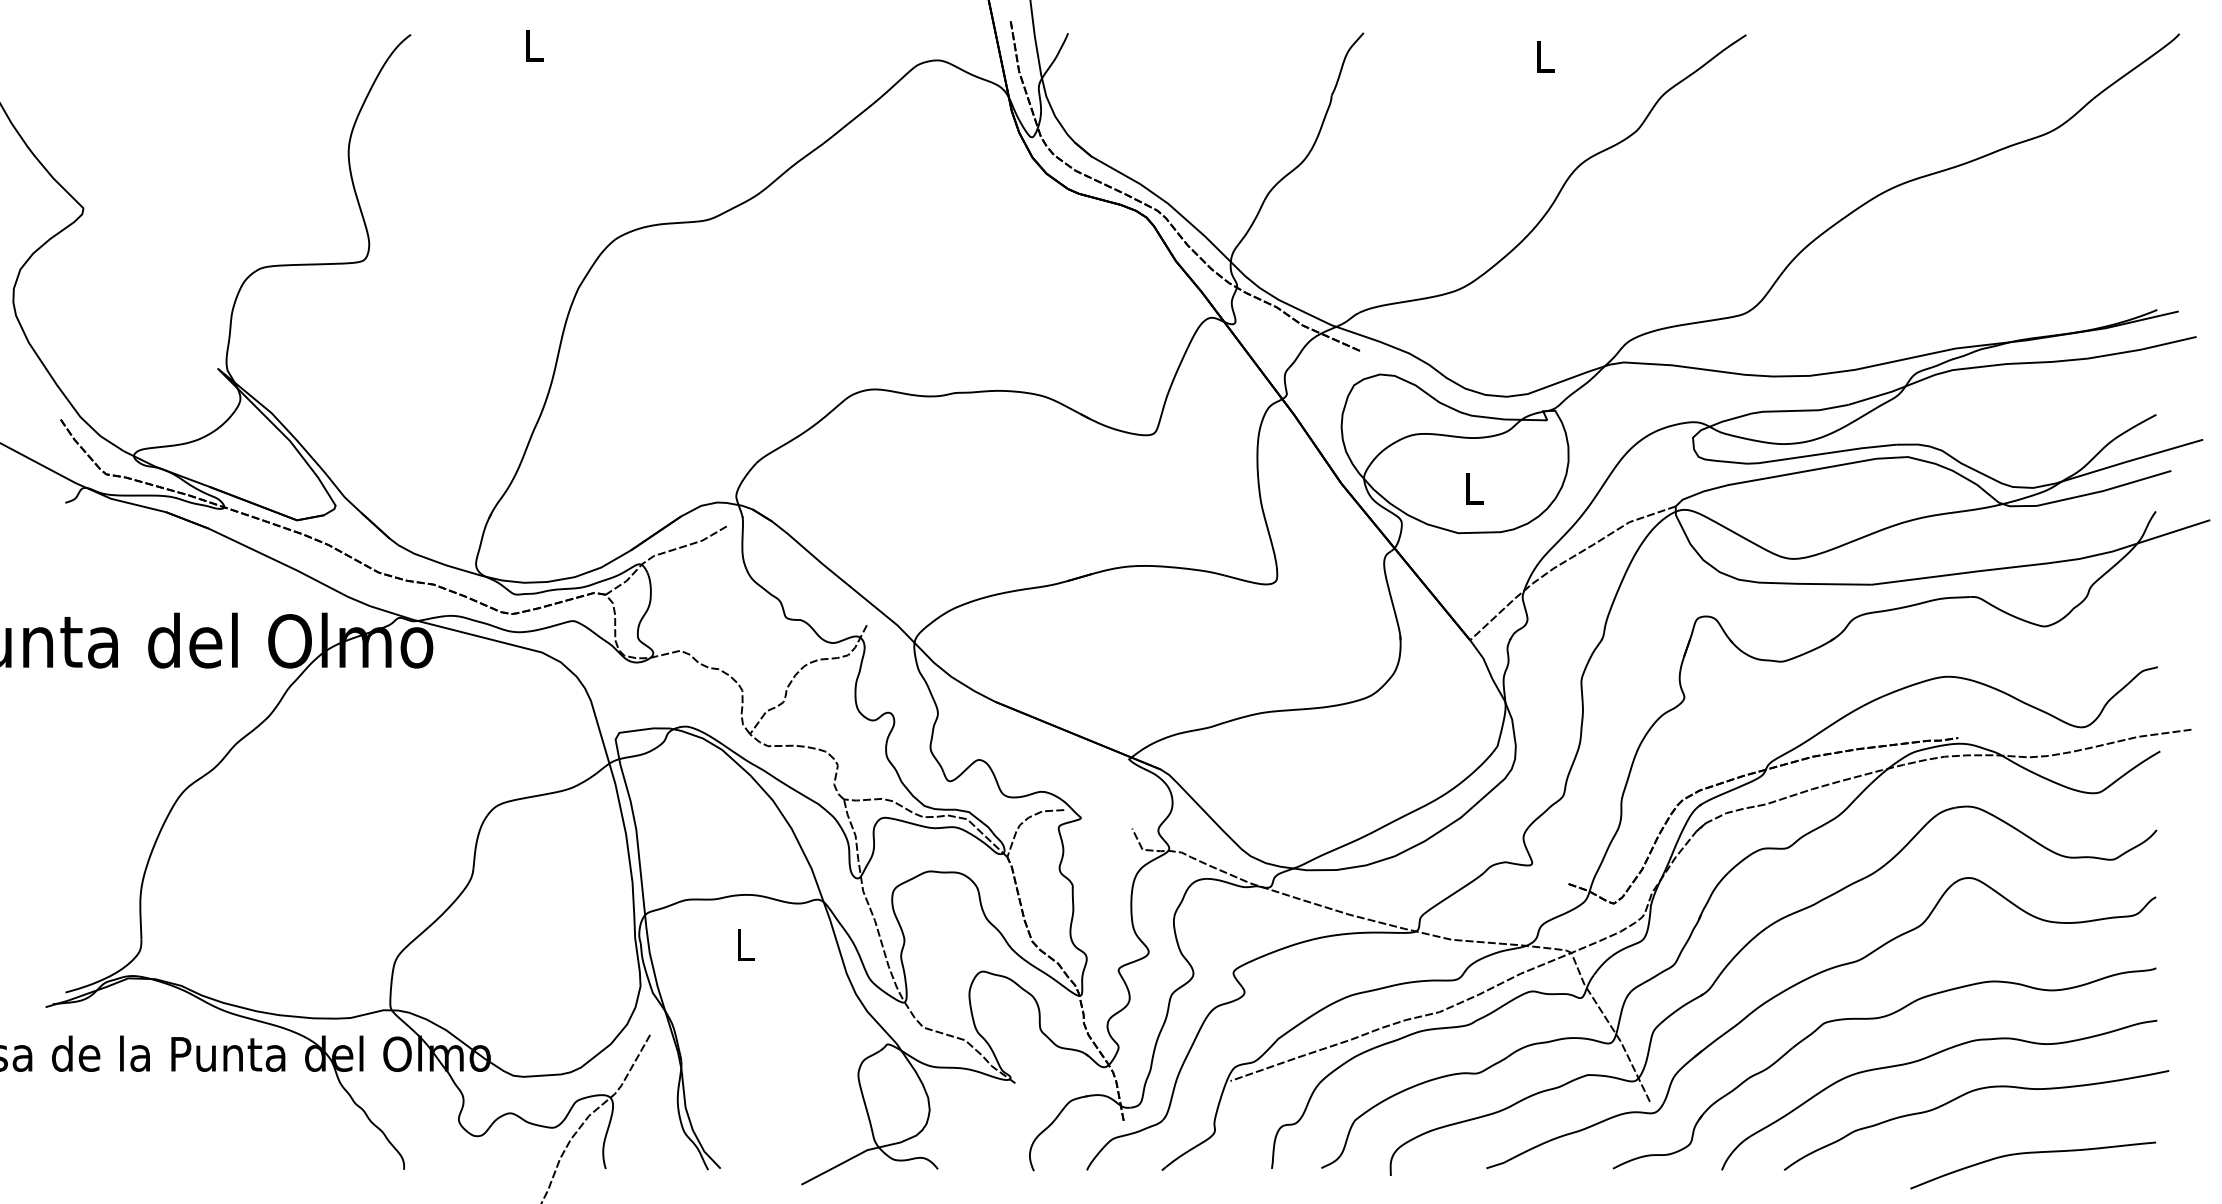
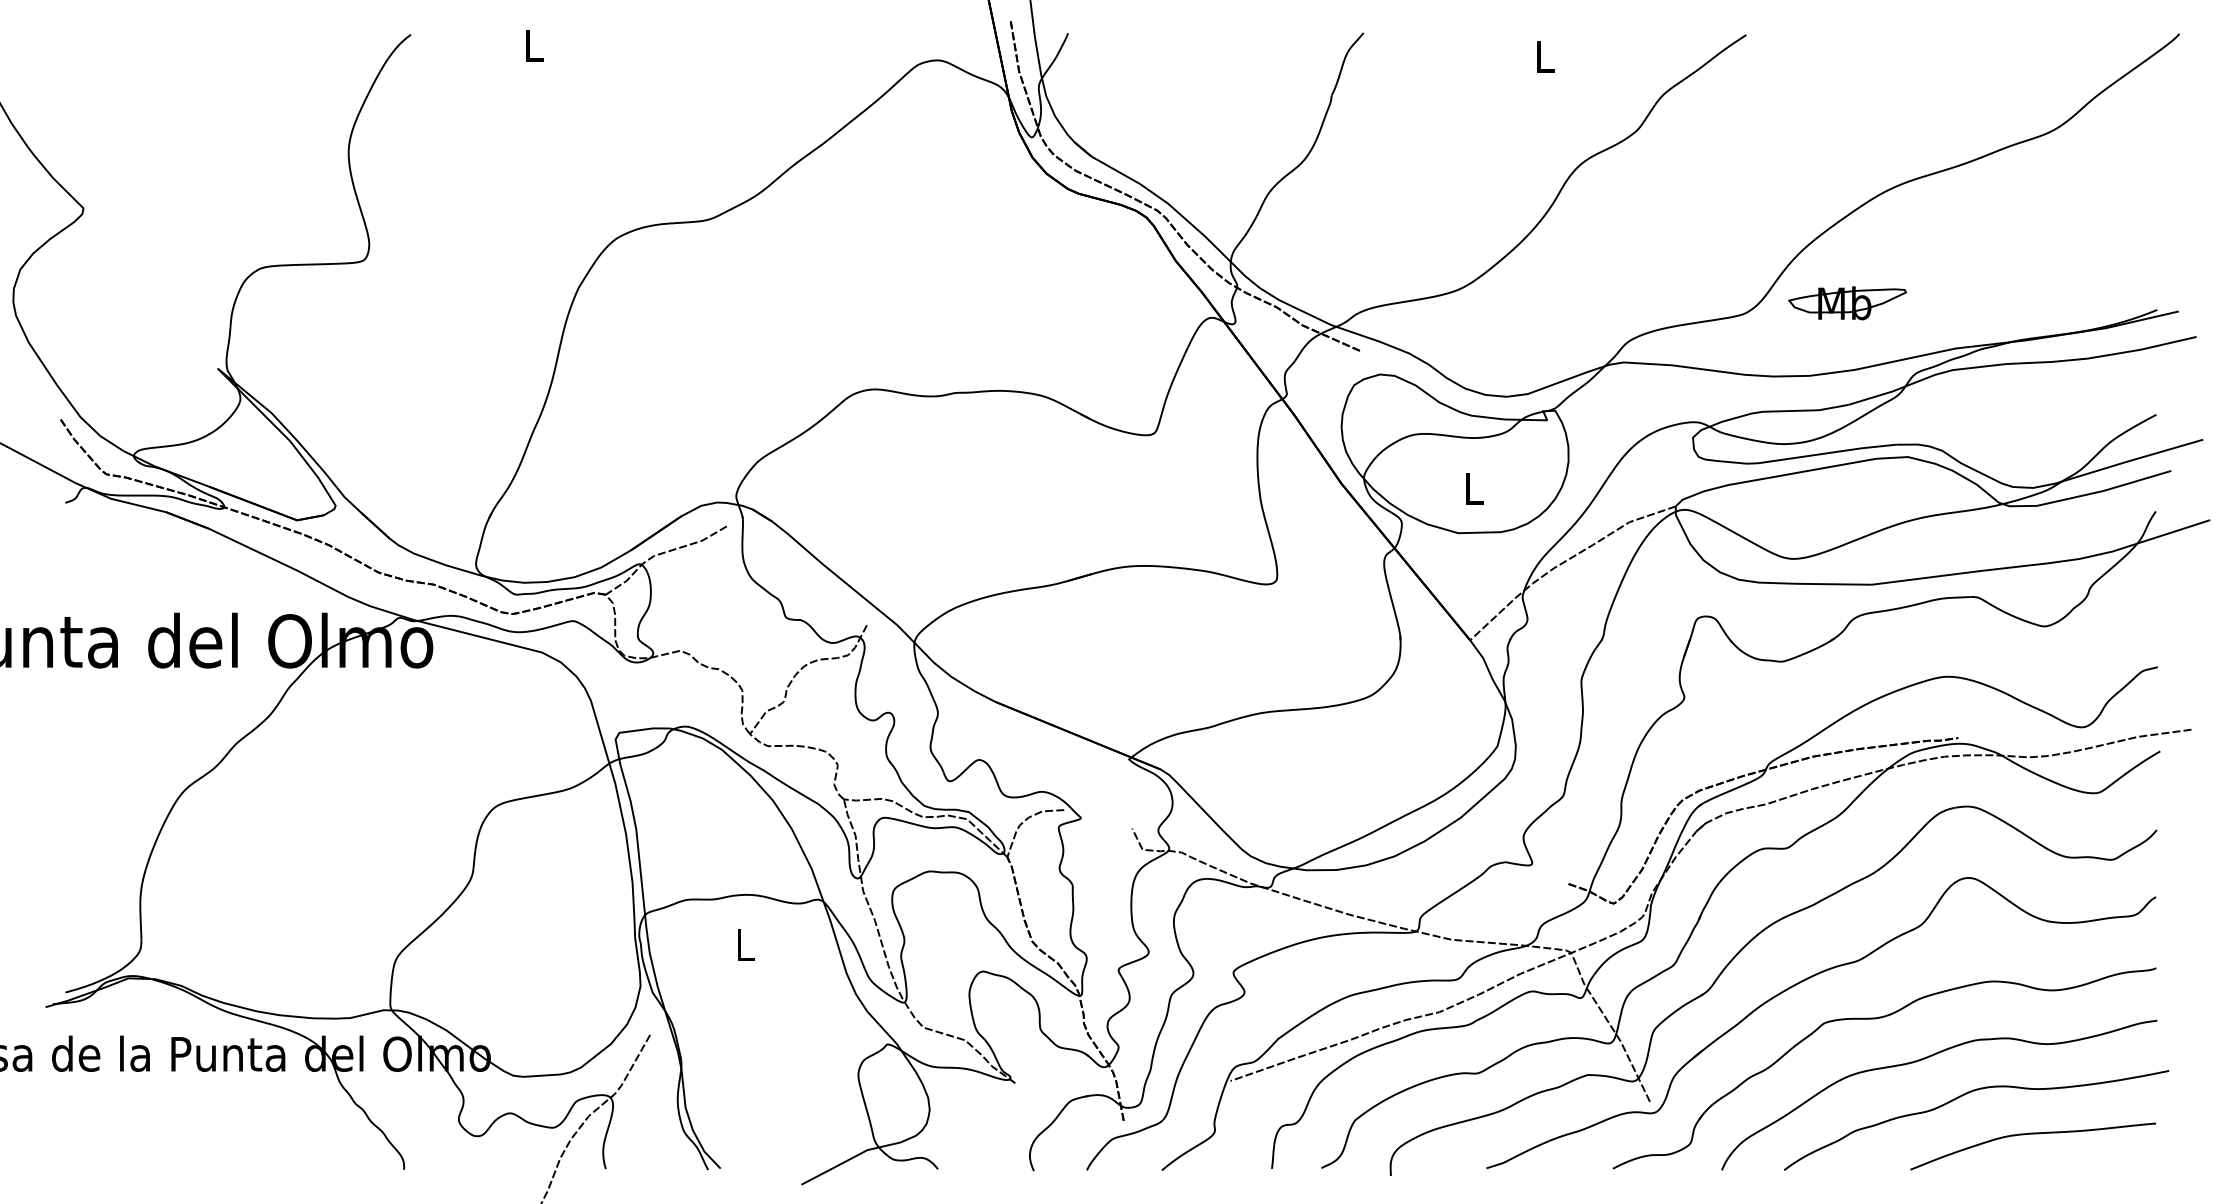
part at (1846, 303): none -> present
curve at (2033, 1153) position: (2033, 1153) -> (2033, 1134)
